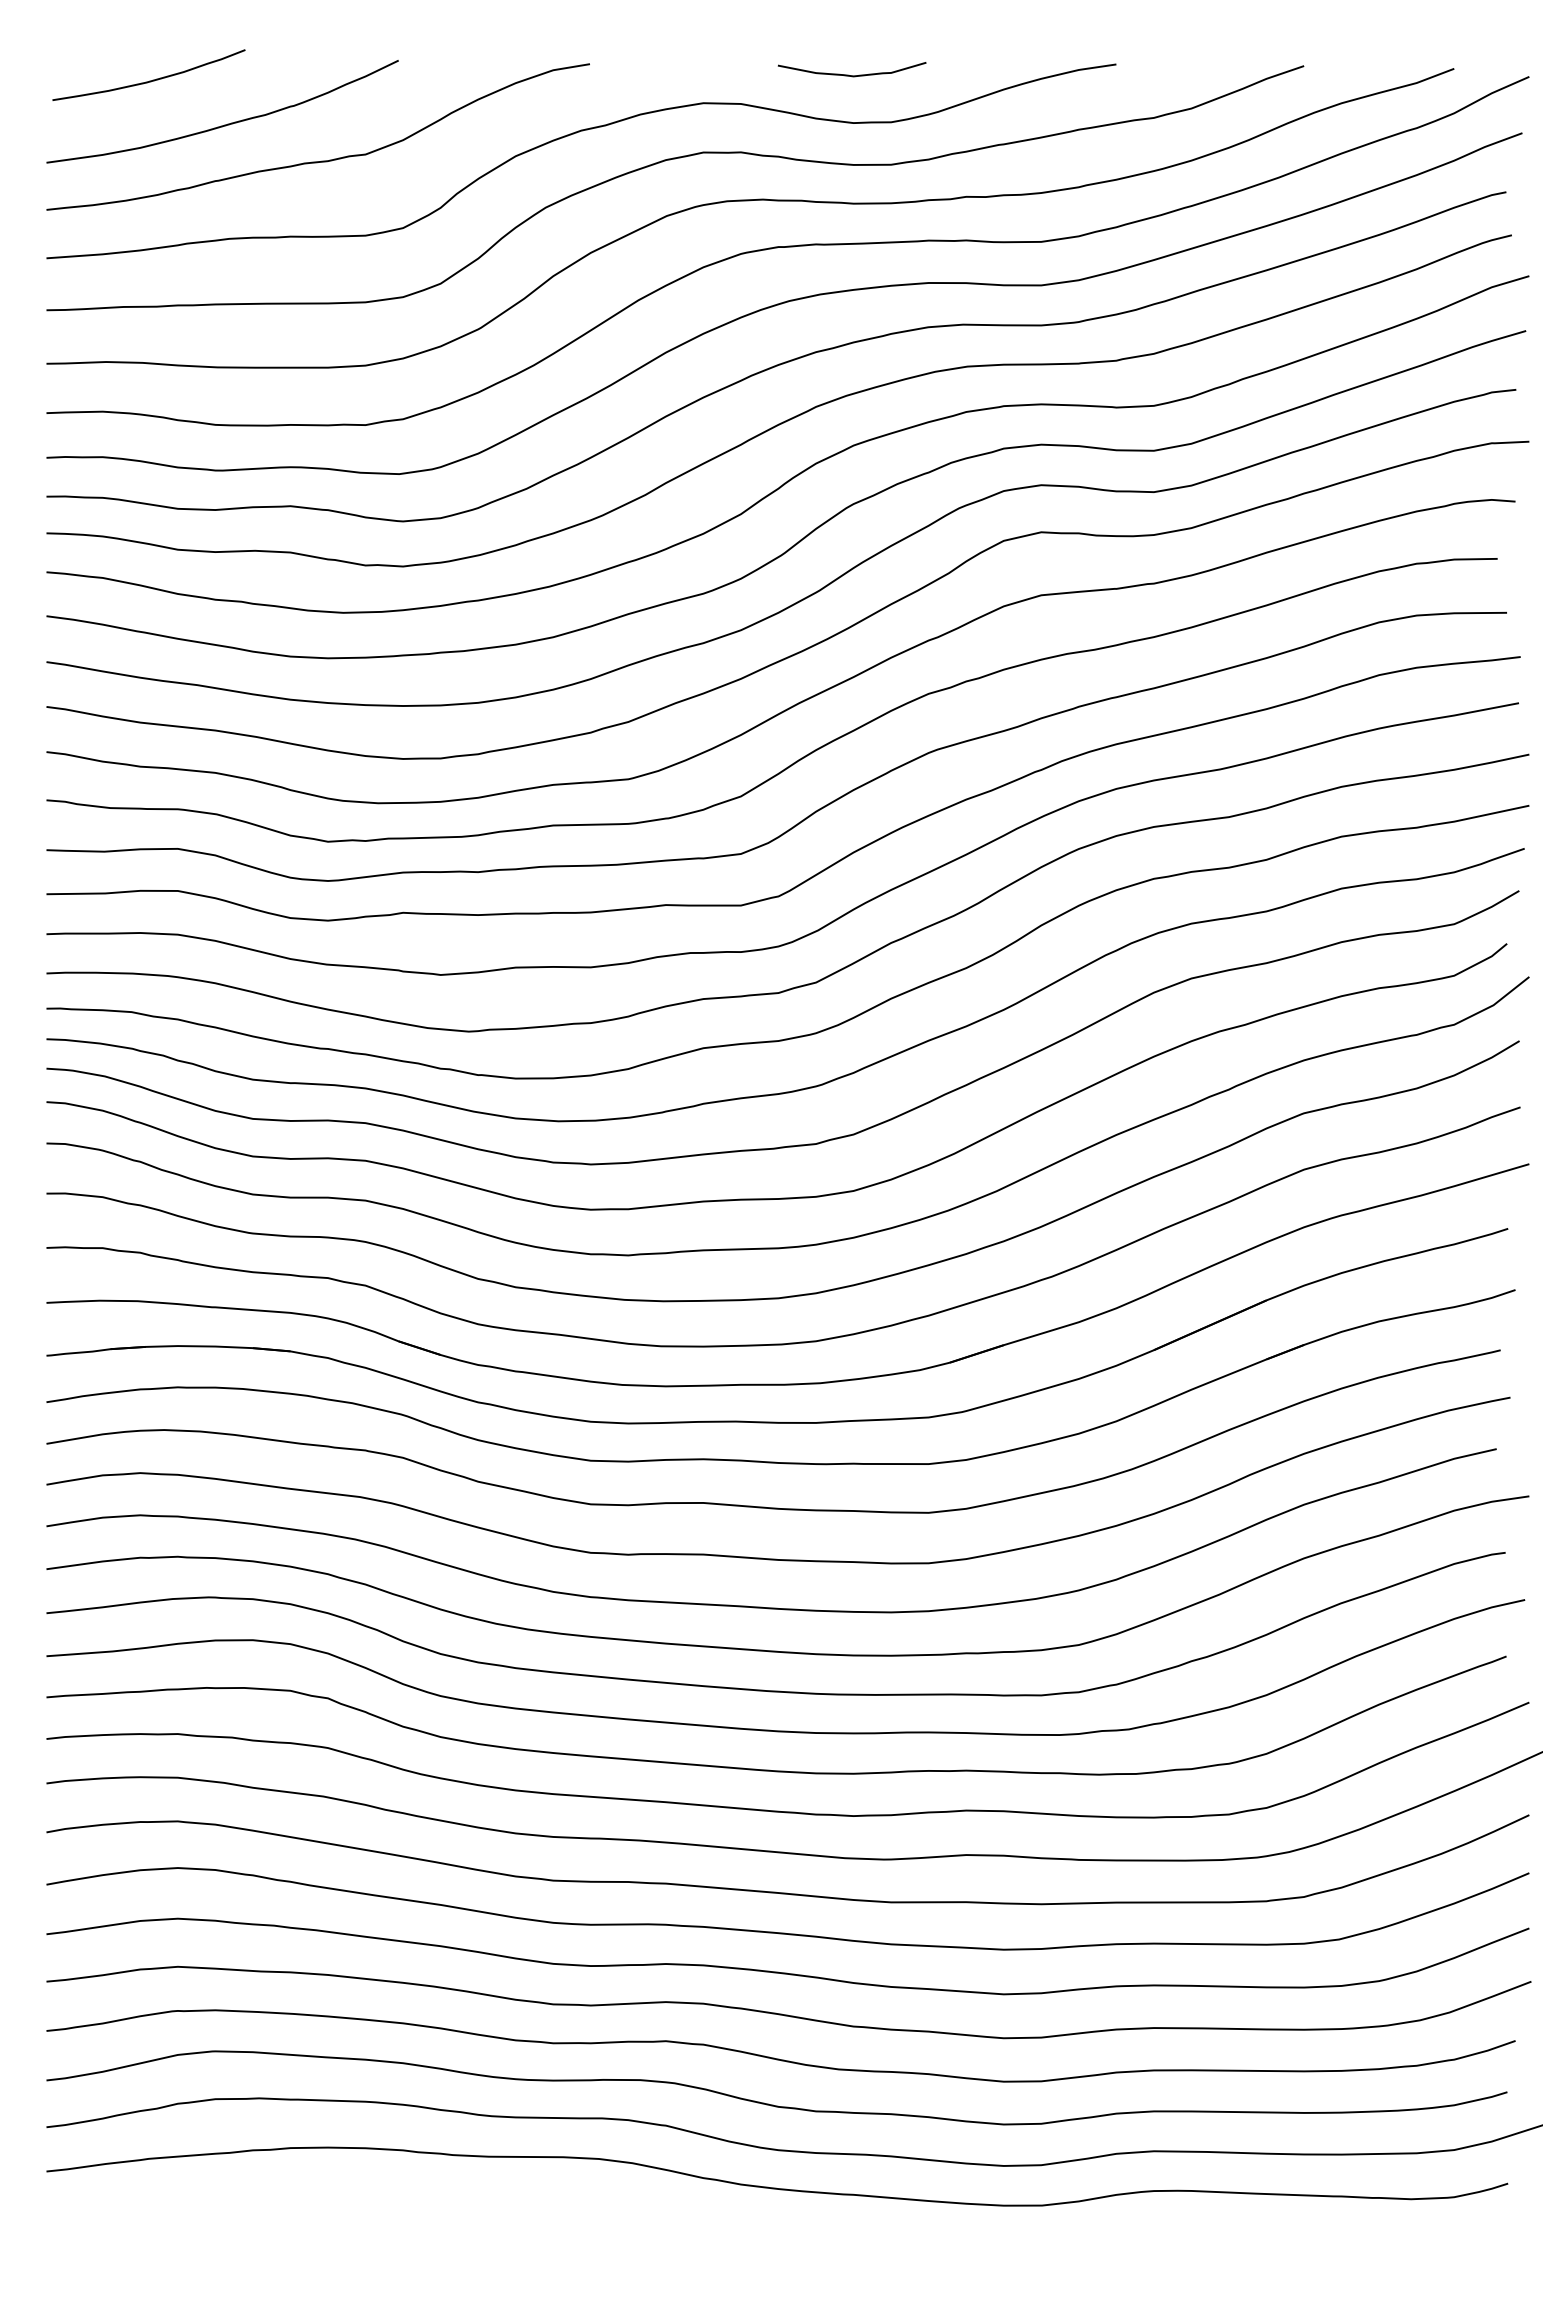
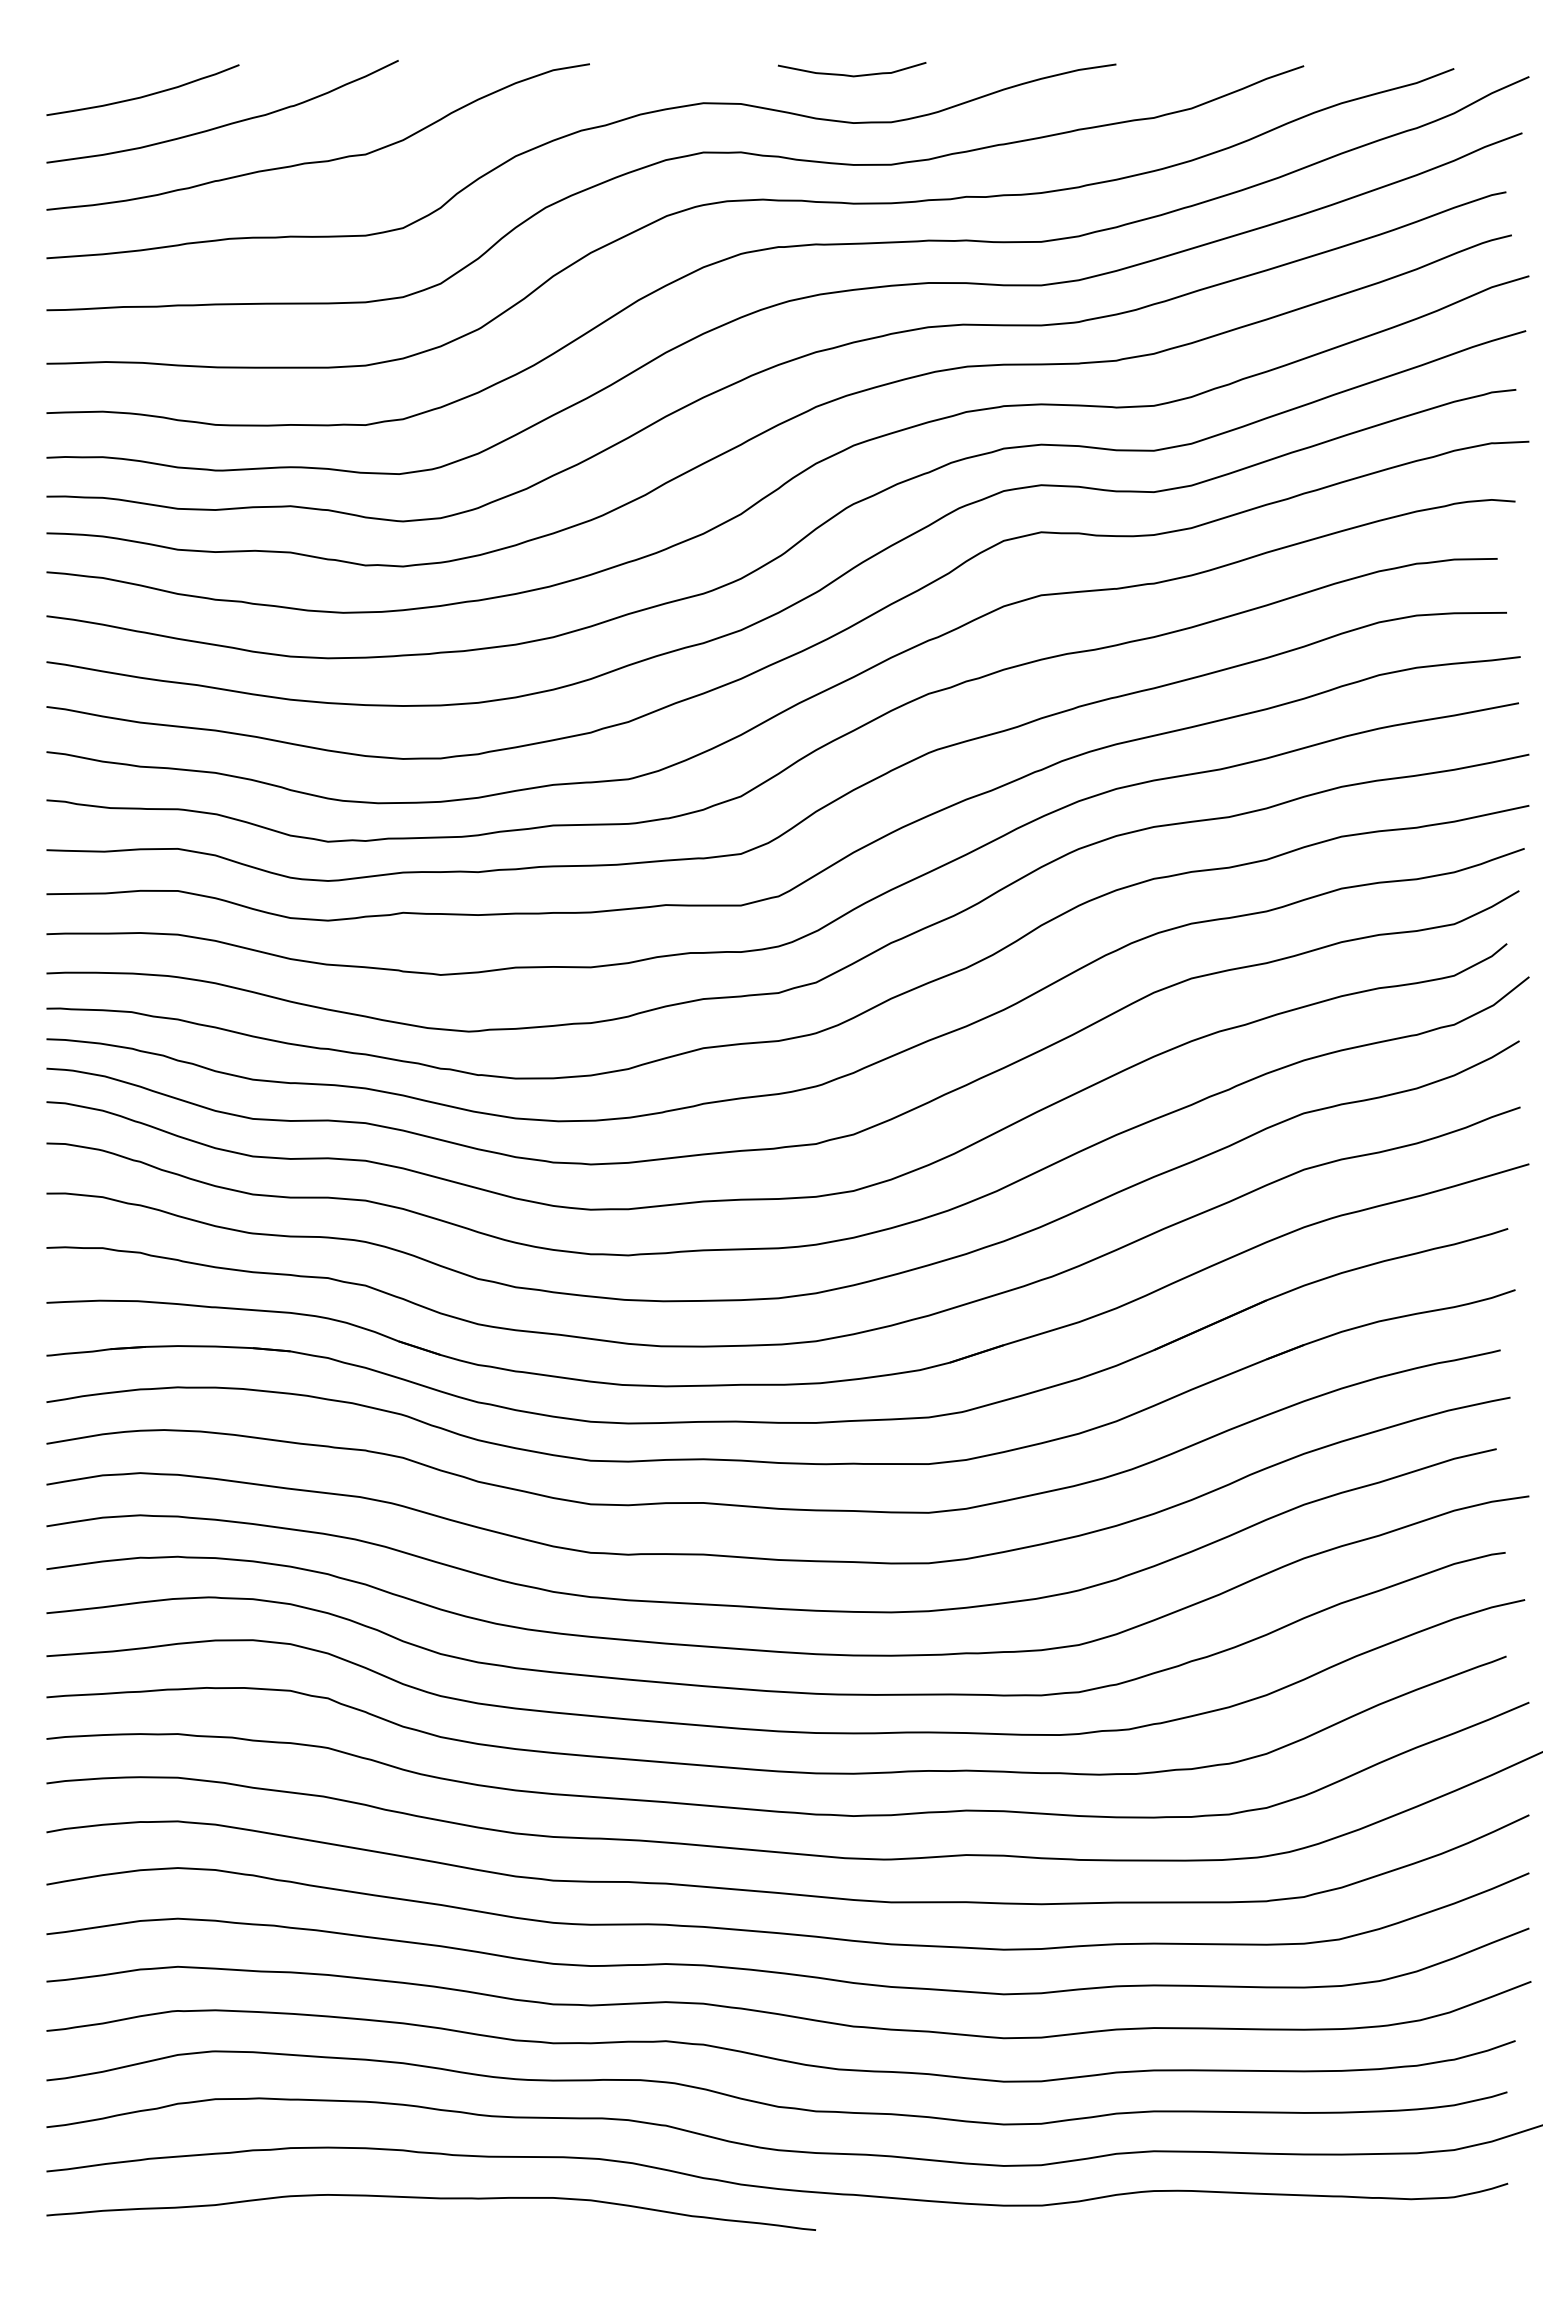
curve at (149, 80) position: (149, 80) -> (143, 95)
curve at (434, 2199): none -> present
